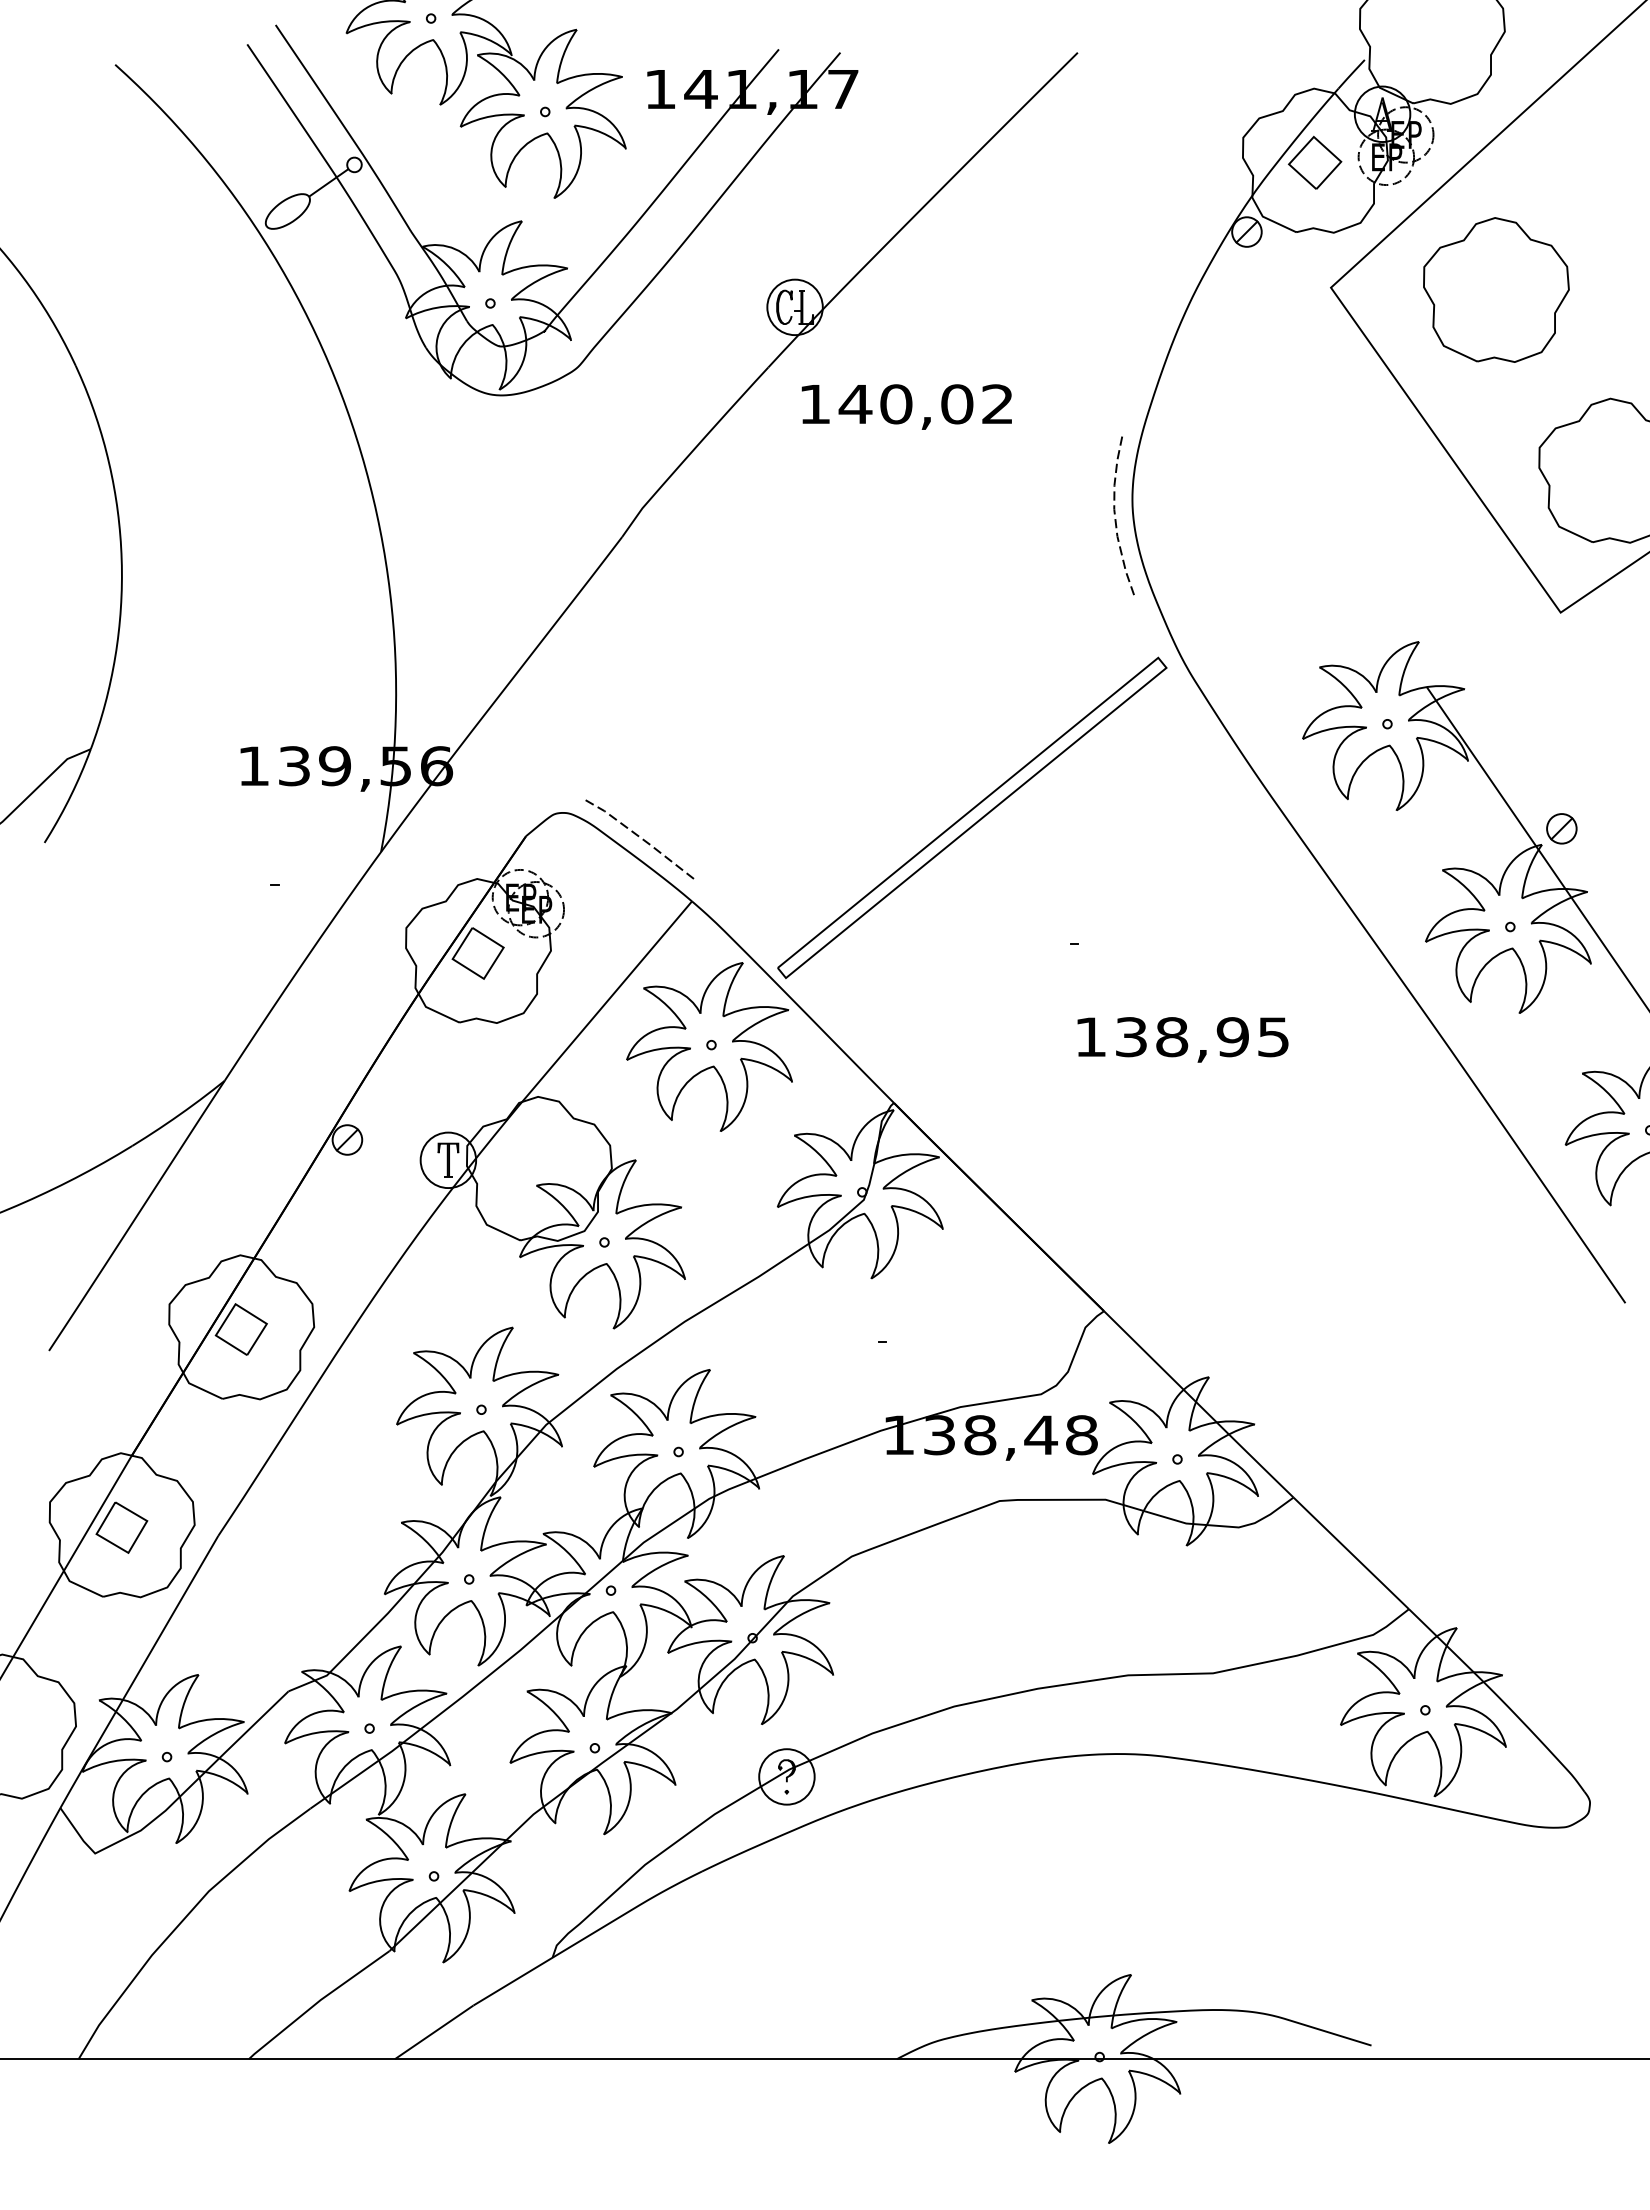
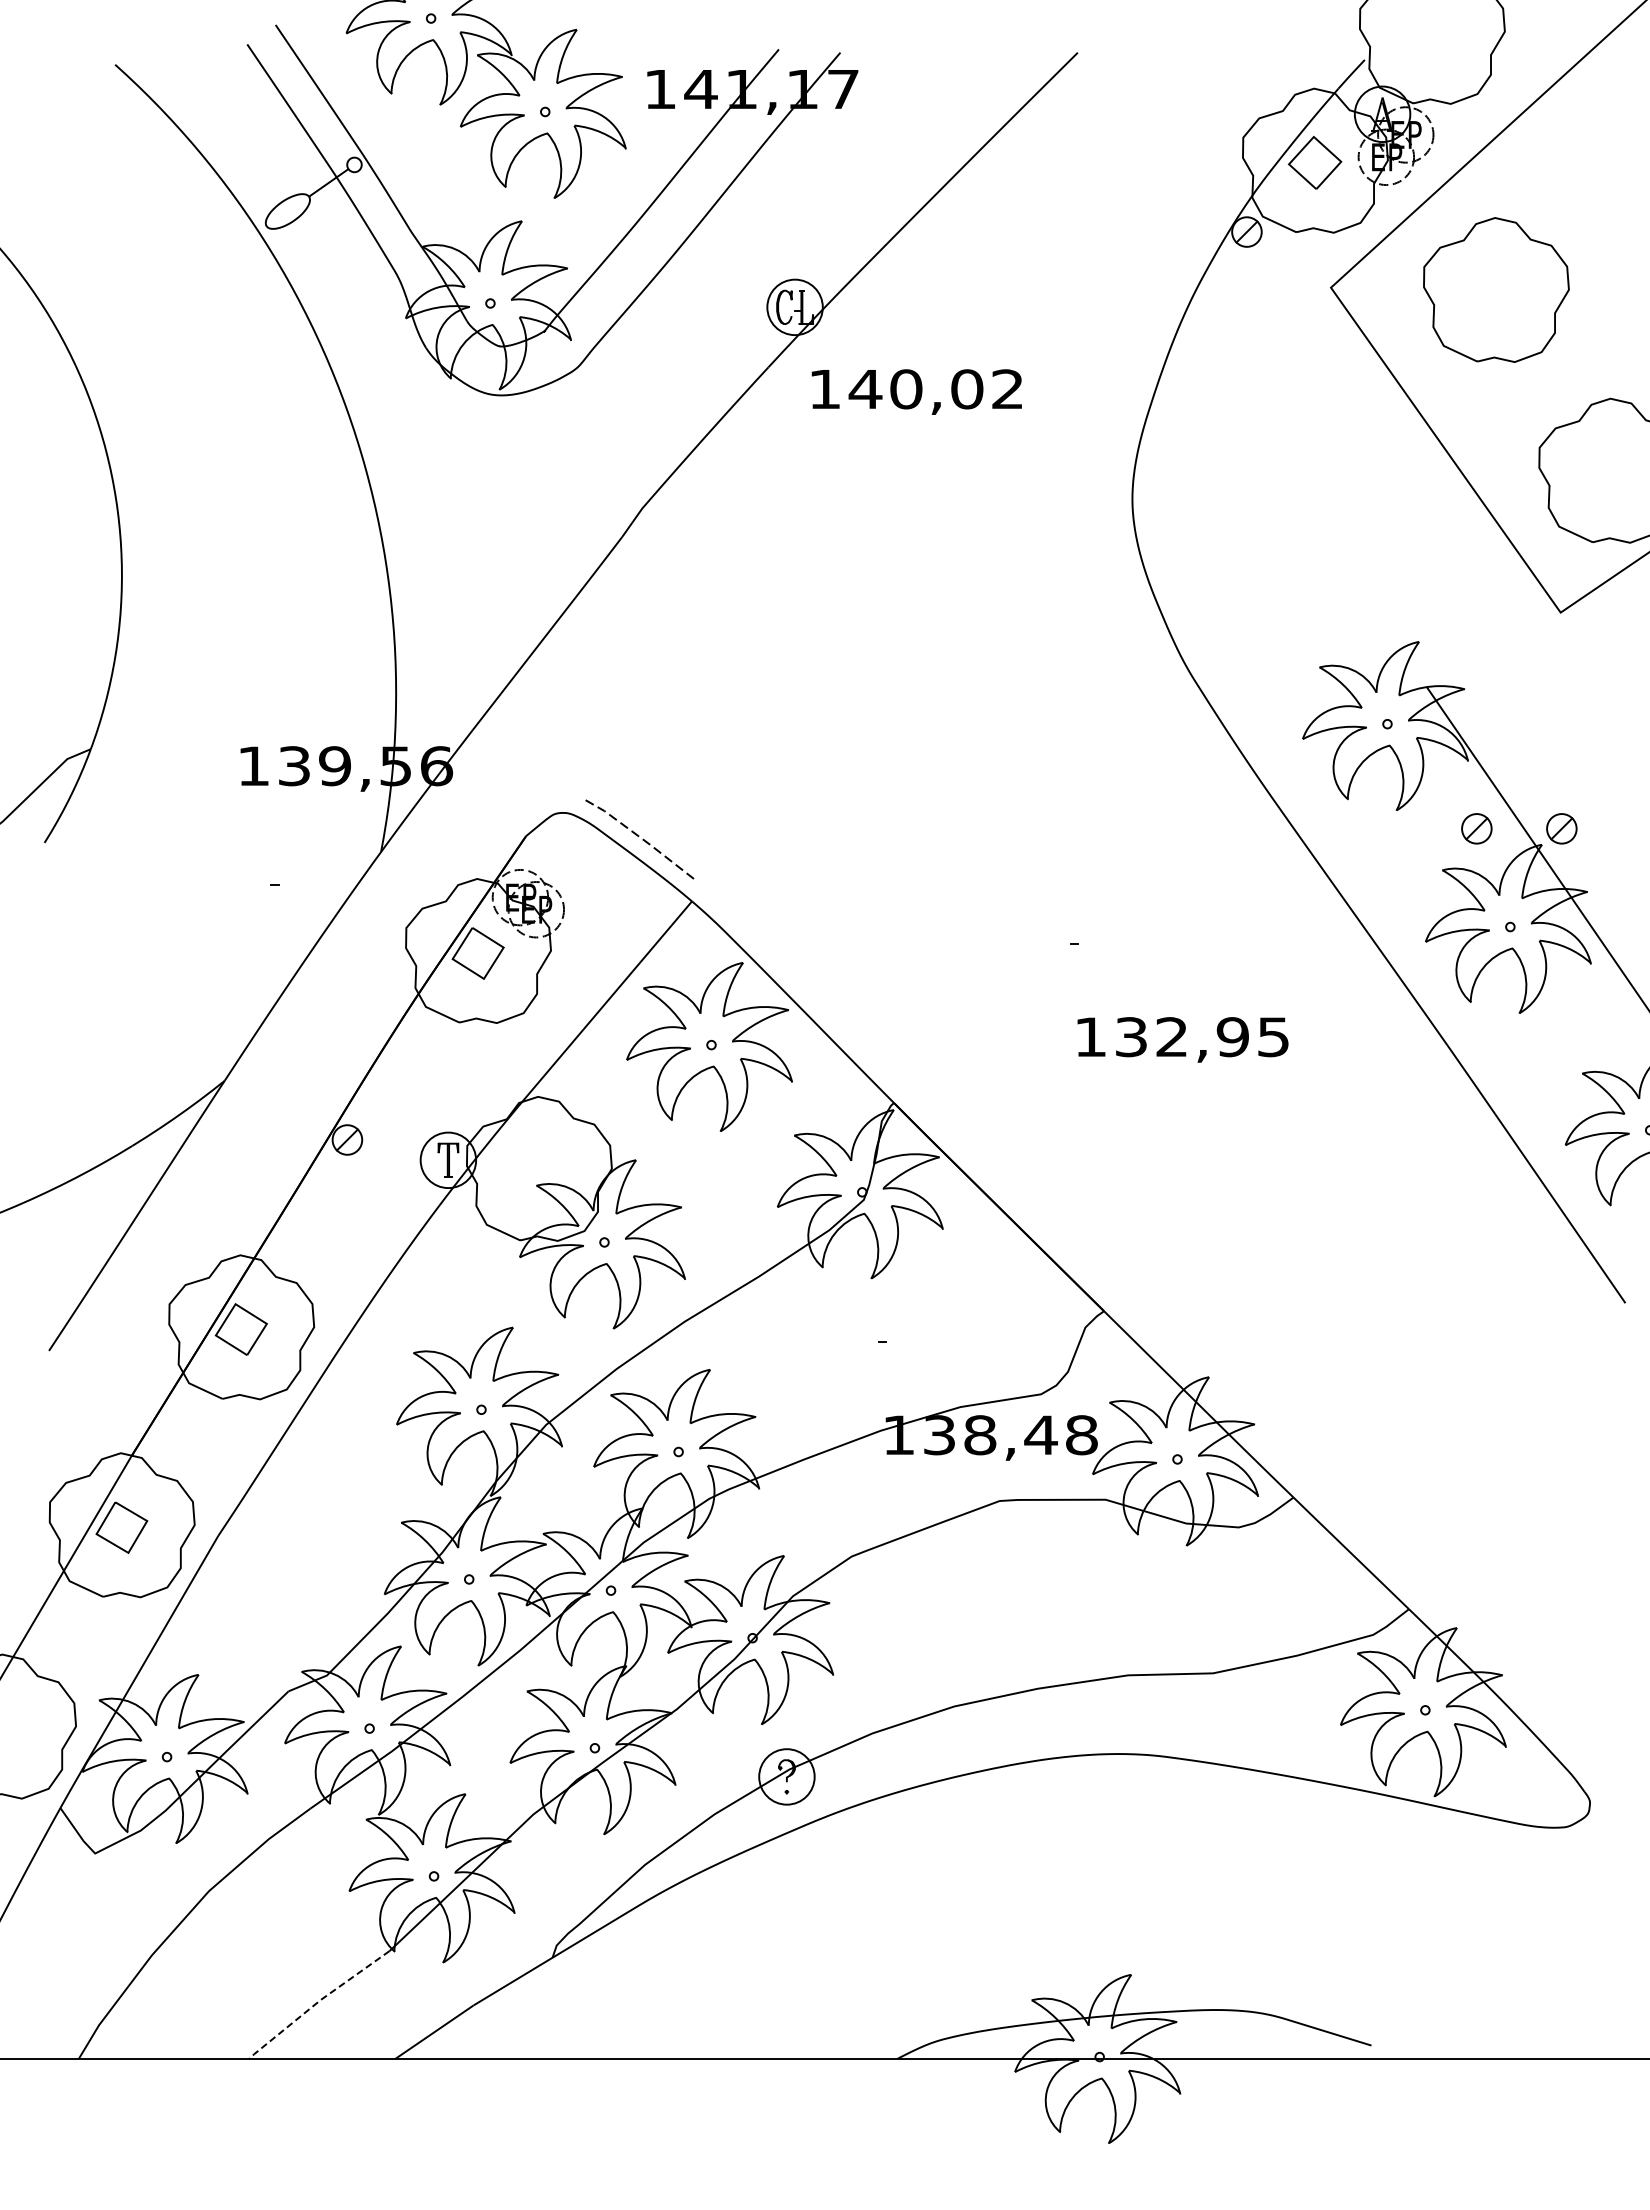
text at (906, 406) position: (906, 406) -> (916, 391)
curve at (1115, 514): present -> none
part at (972, 817): present -> none
part at (1476, 828): none -> present
text at (1172, 1037): 138,95 -> 132,95
line at (316, 2003): solid -> dashed
